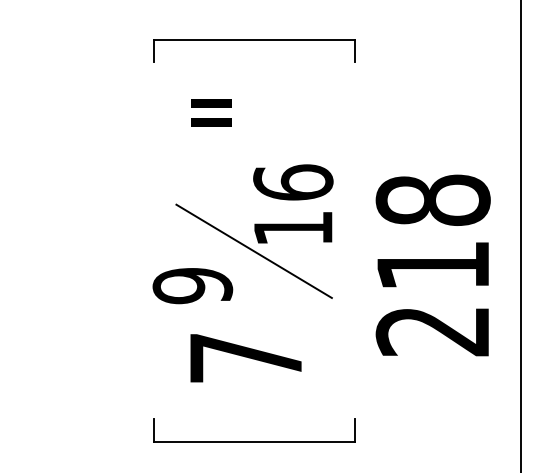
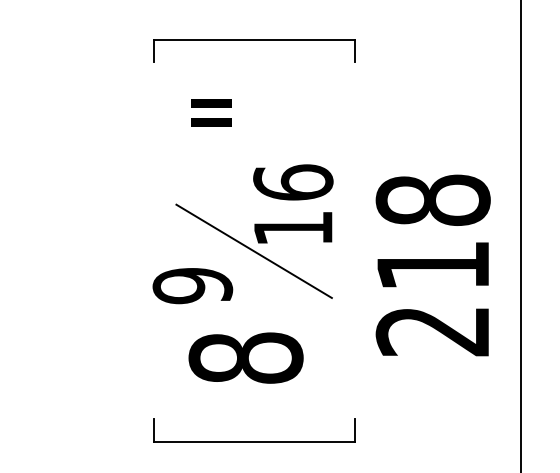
text at (245, 357): 7 -> 8
